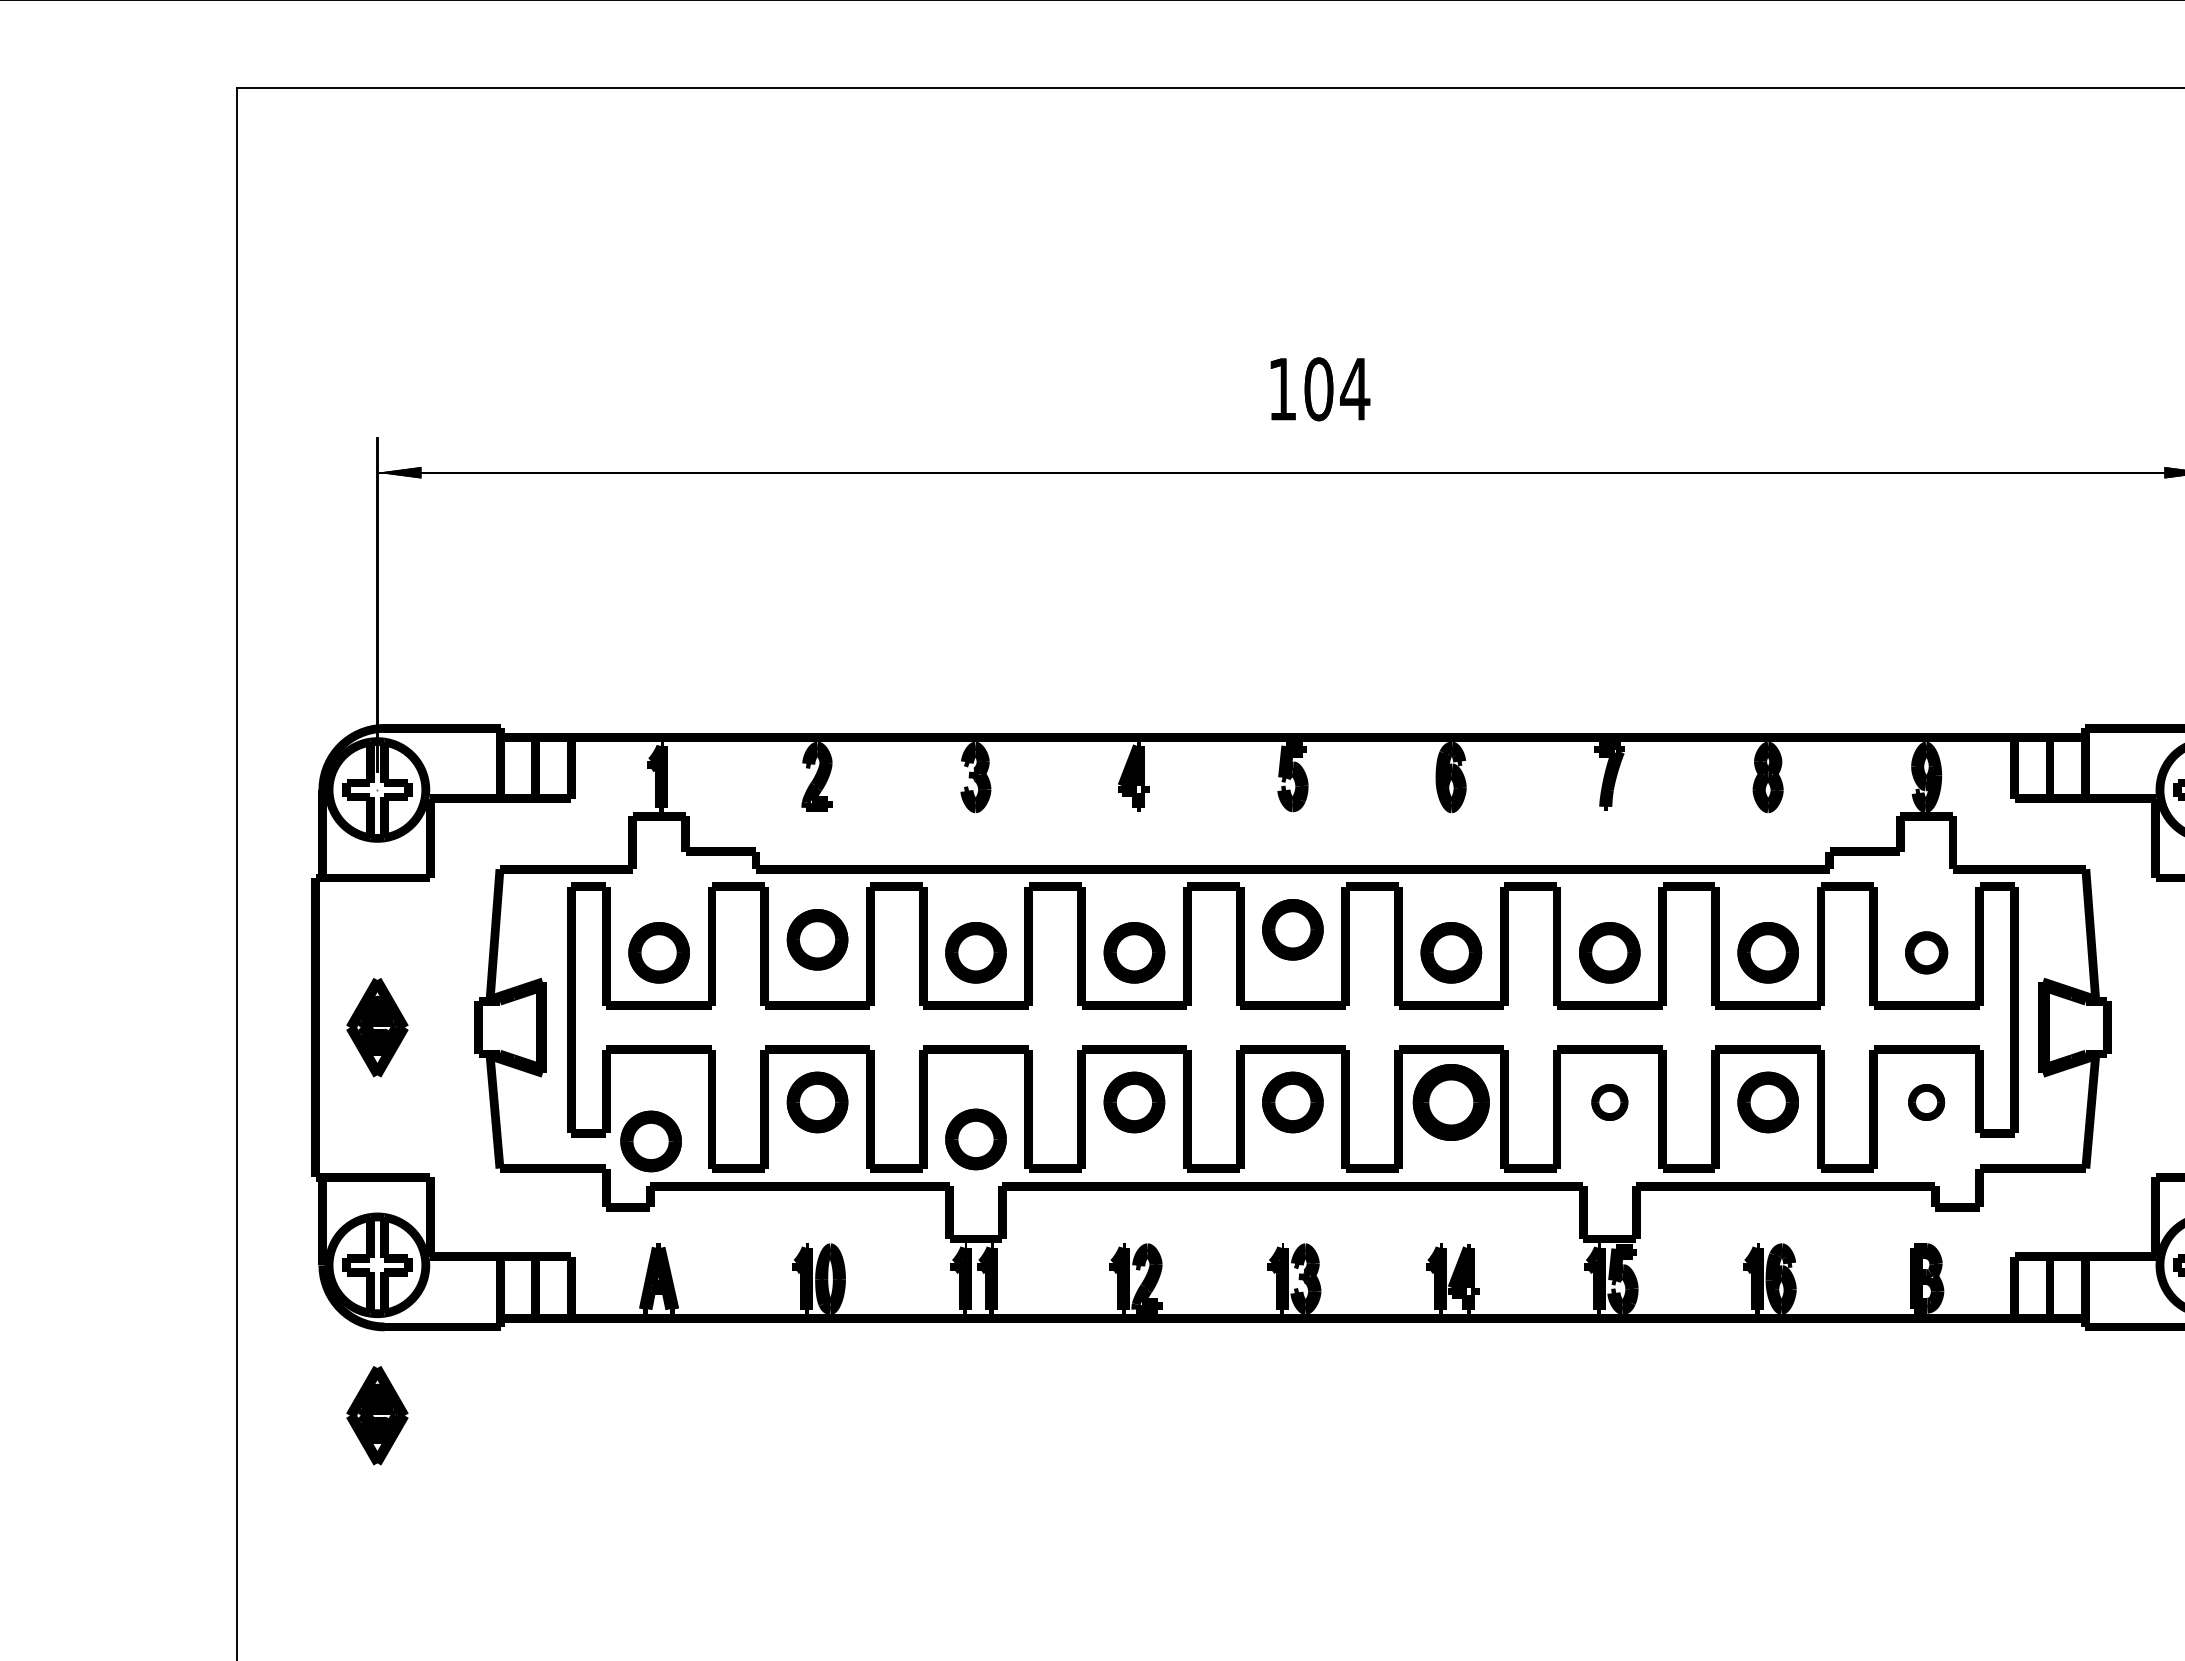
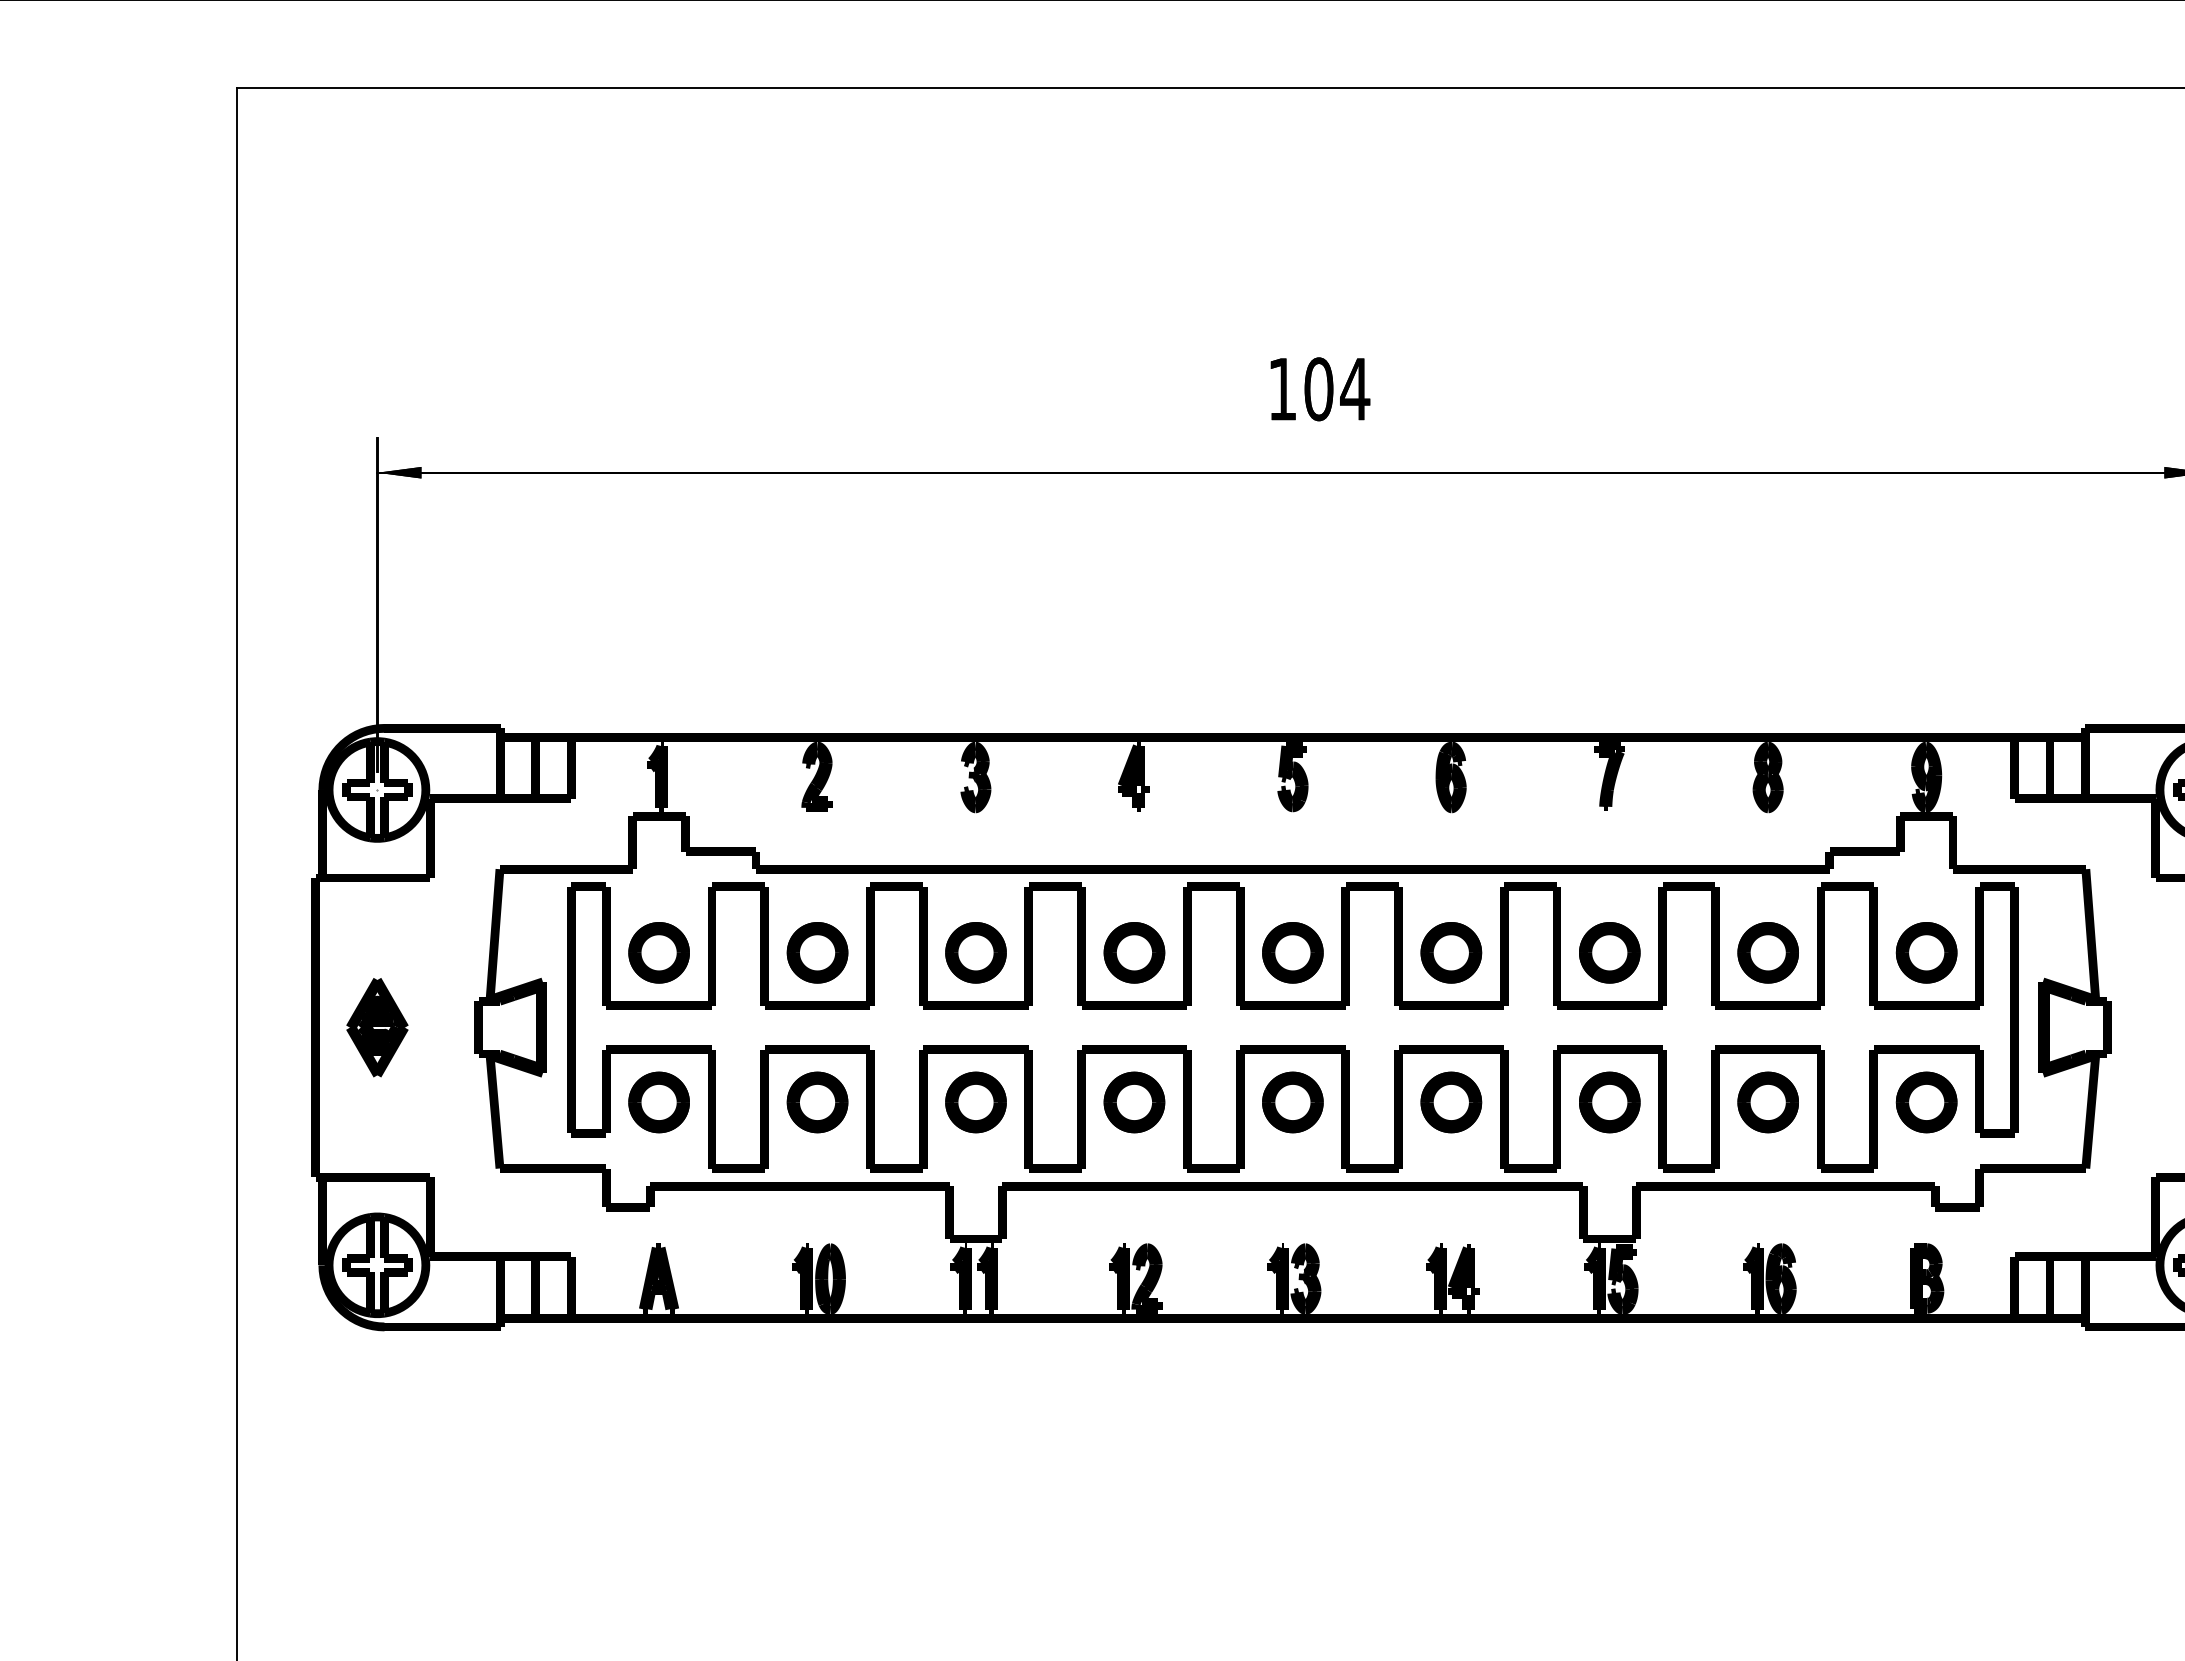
part at (1292, 929) position: (1292, 929) -> (1292, 952)
part at (817, 939) position: (817, 939) -> (817, 952)
part at (1926, 952) size: 44x44 px -> 63x62 px
part at (1450, 1102) size: 78x77 px -> 63x63 px
part at (1609, 1102) size: 38x37 px -> 62x63 px
part at (1926, 1102) size: 38x37 px -> 63x63 px
part at (975, 1139) position: (975, 1139) -> (975, 1102)
part at (650, 1141) position: (650, 1141) -> (658, 1102)
part at (377, 1415): present -> none
